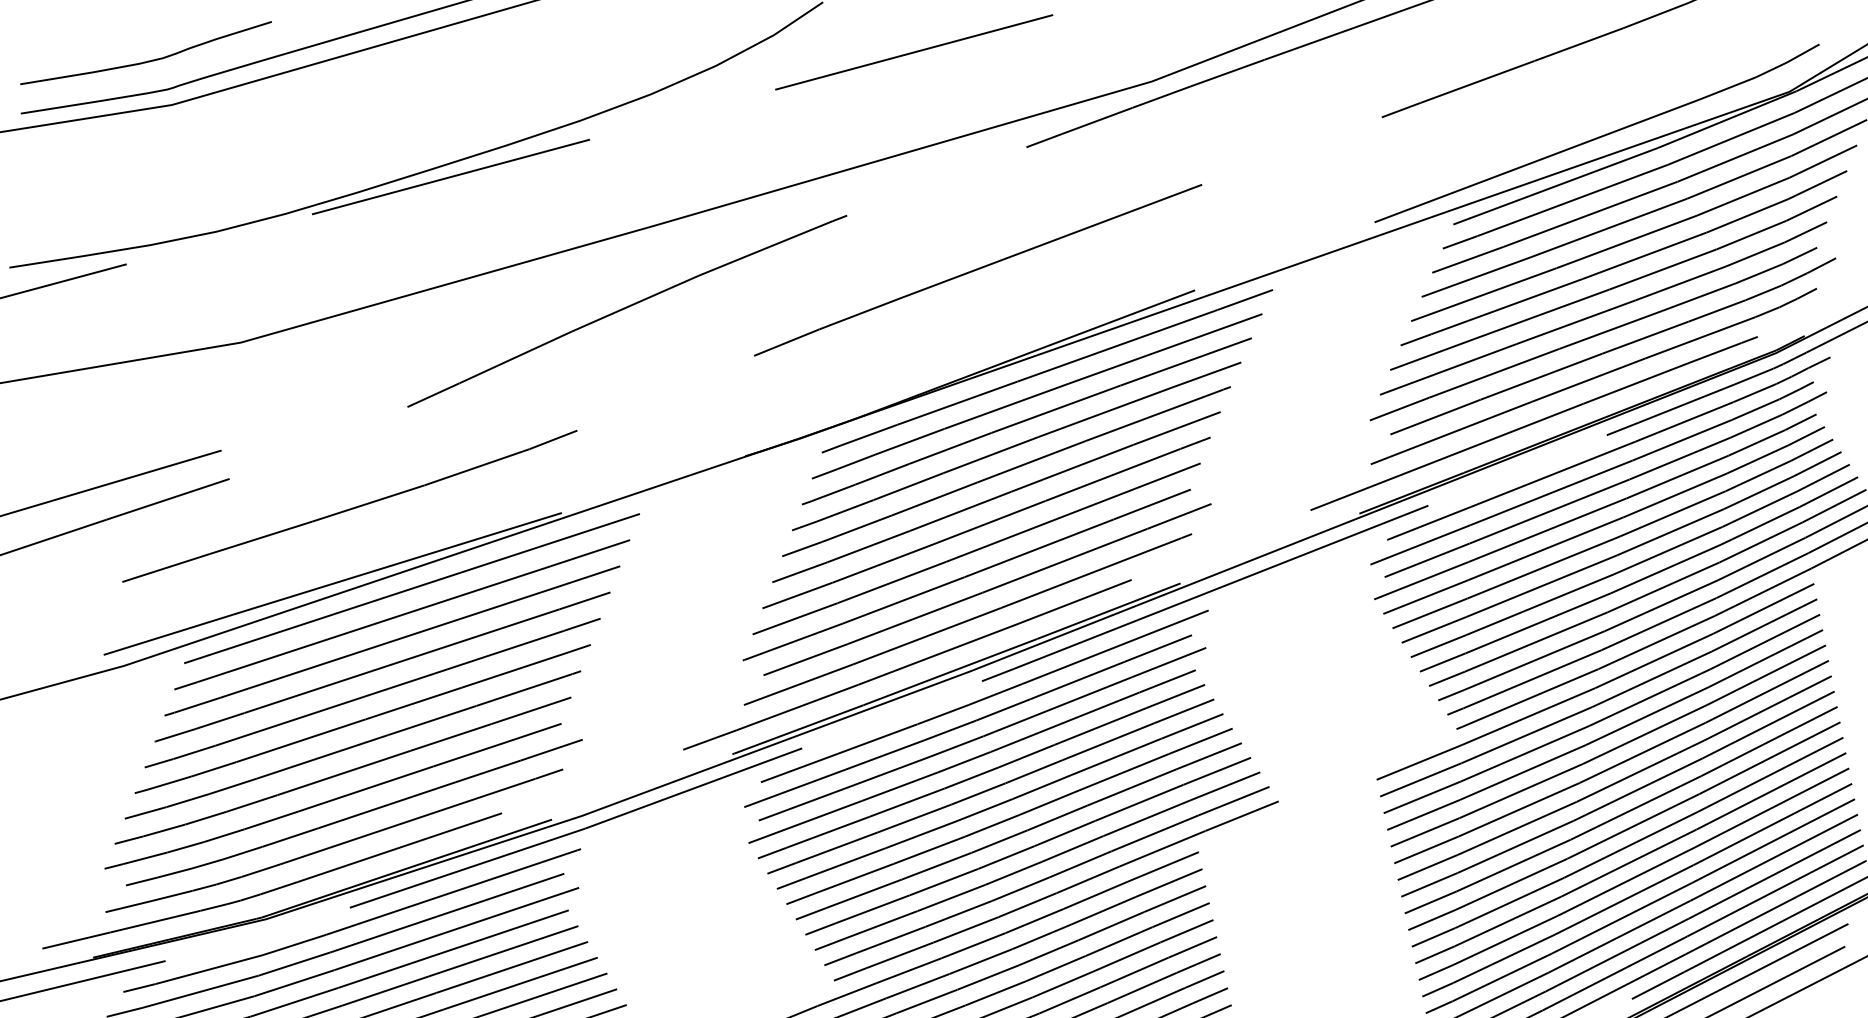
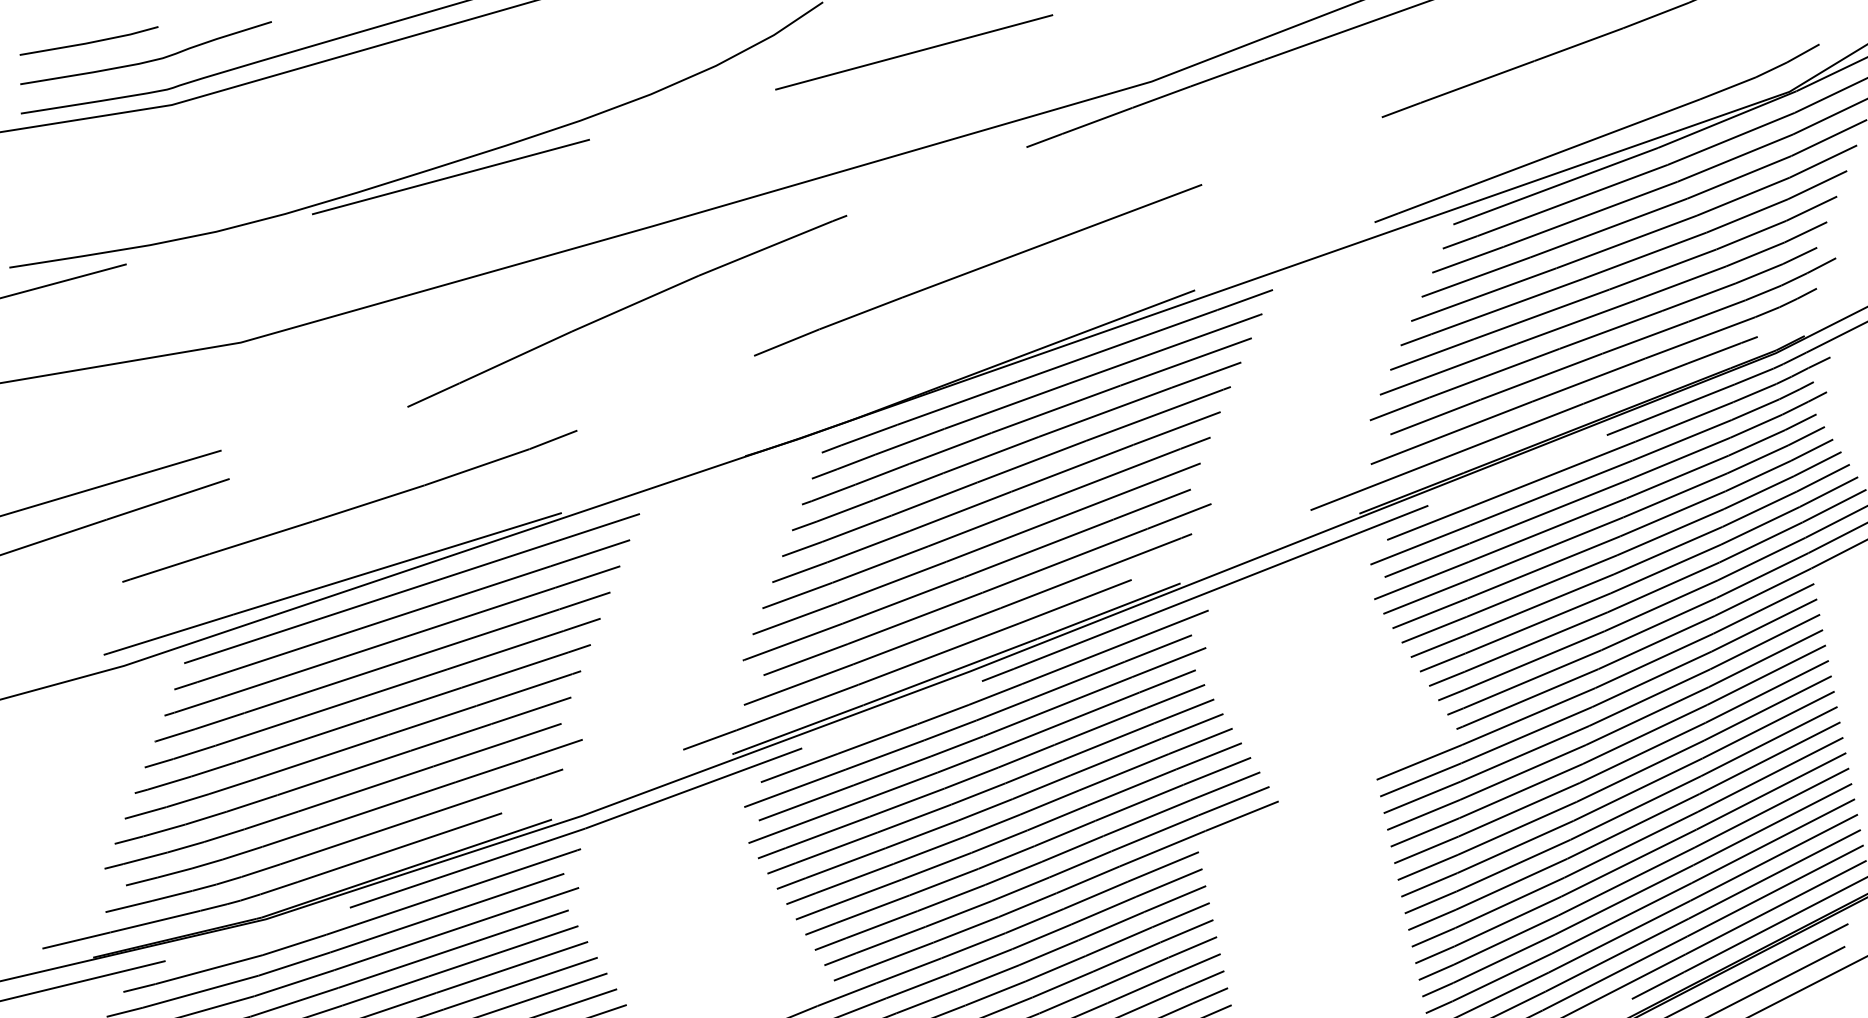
line at (88, 42): none -> present
